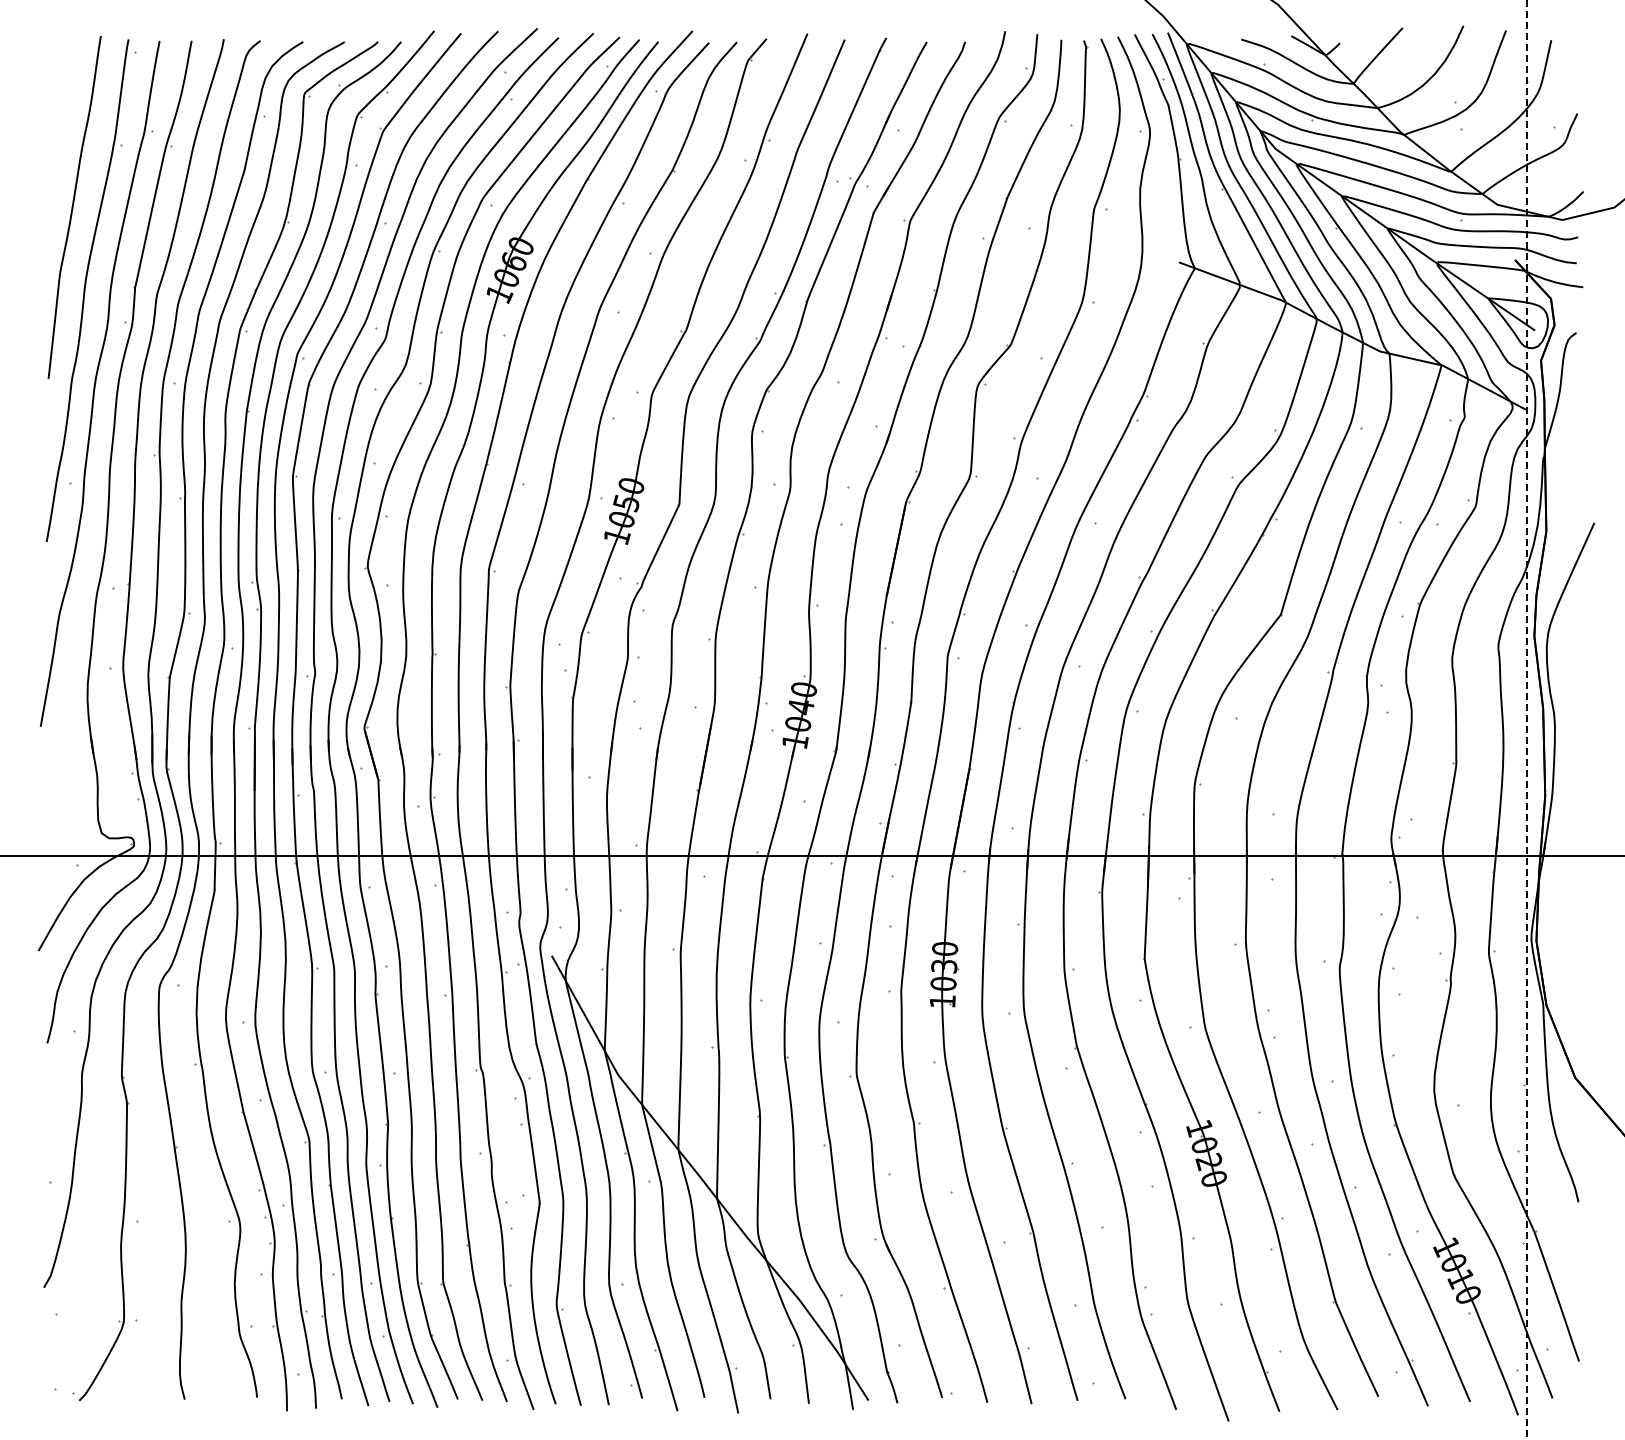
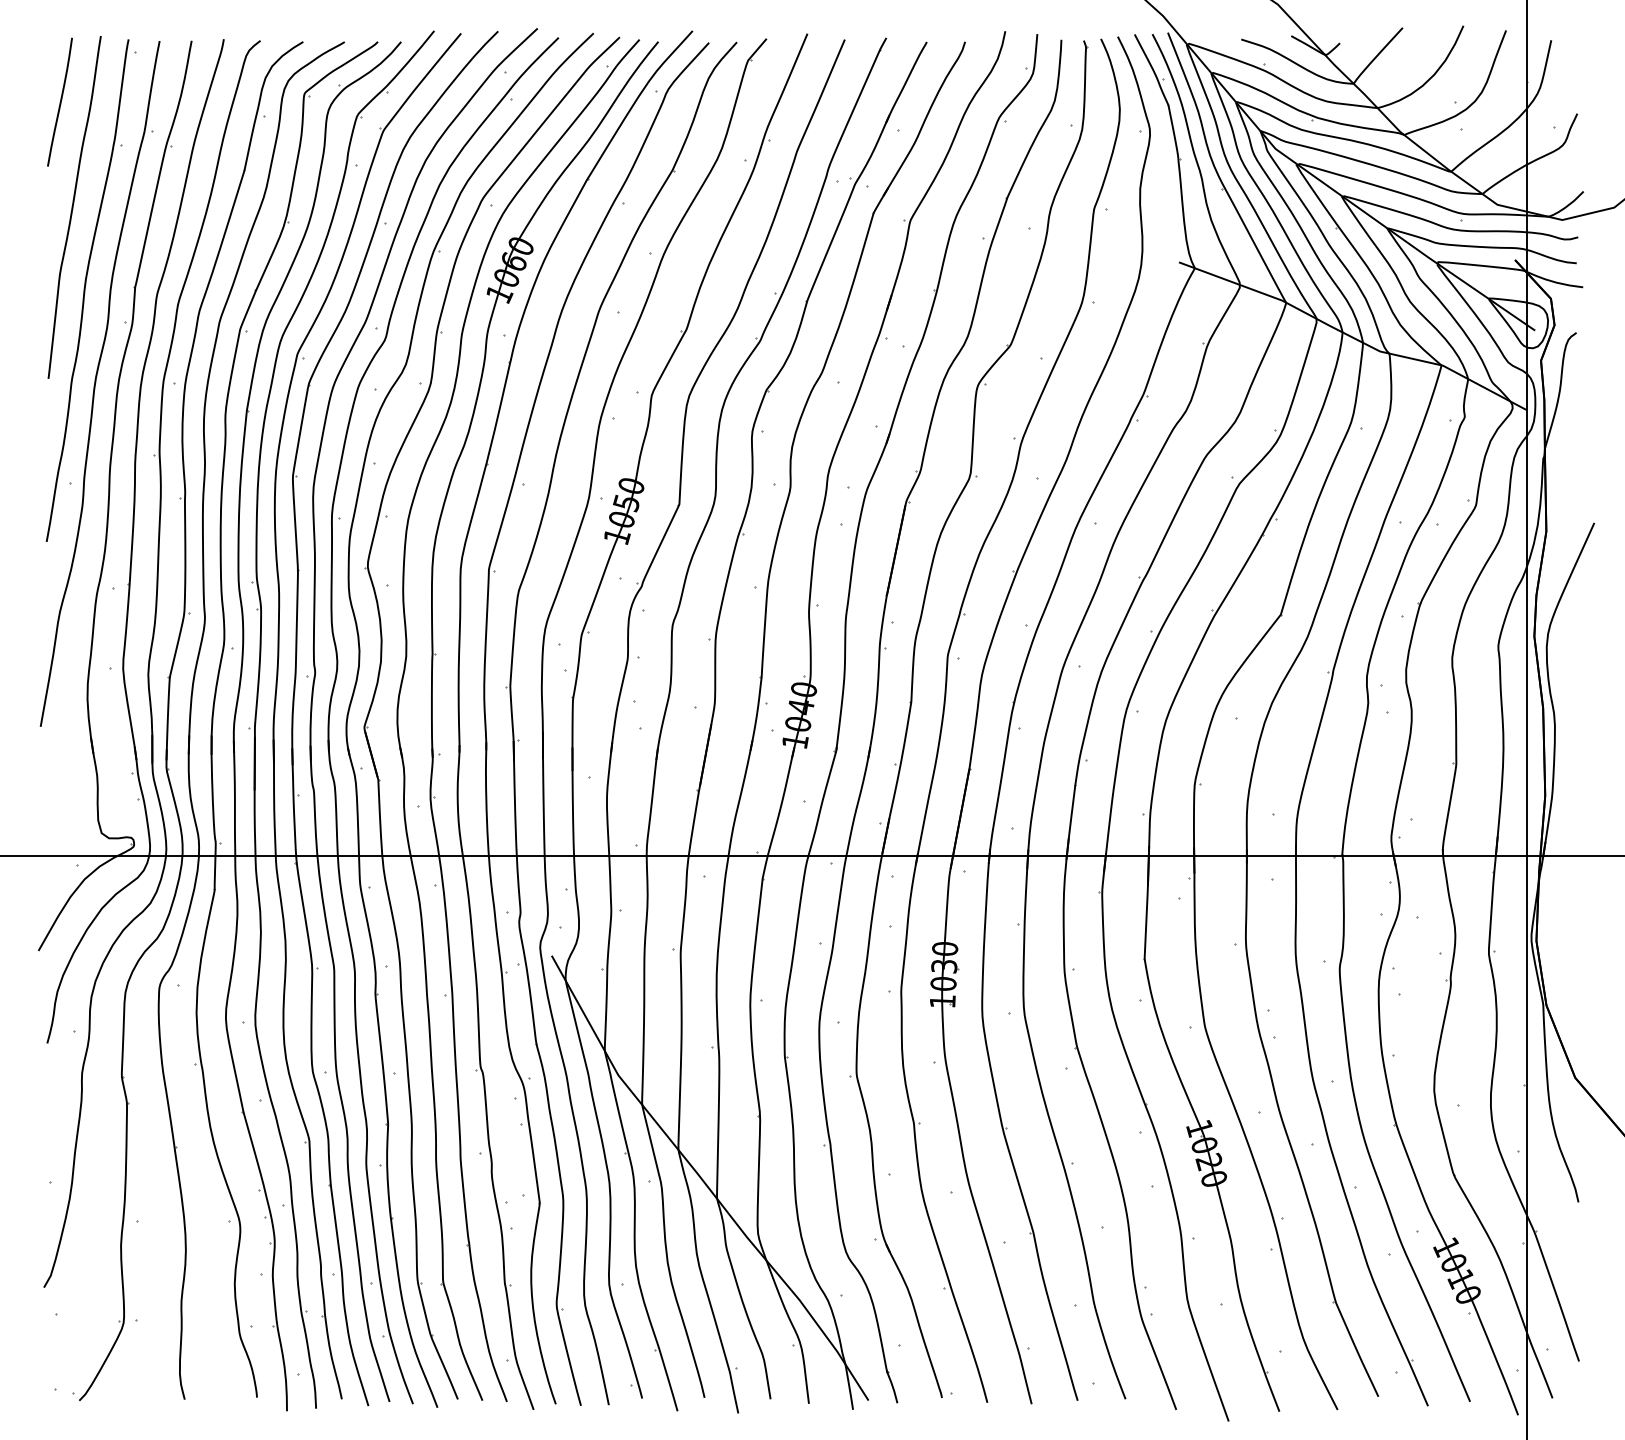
curve at (60, 101): none -> present
line at (1527, 720): dashed -> solid
